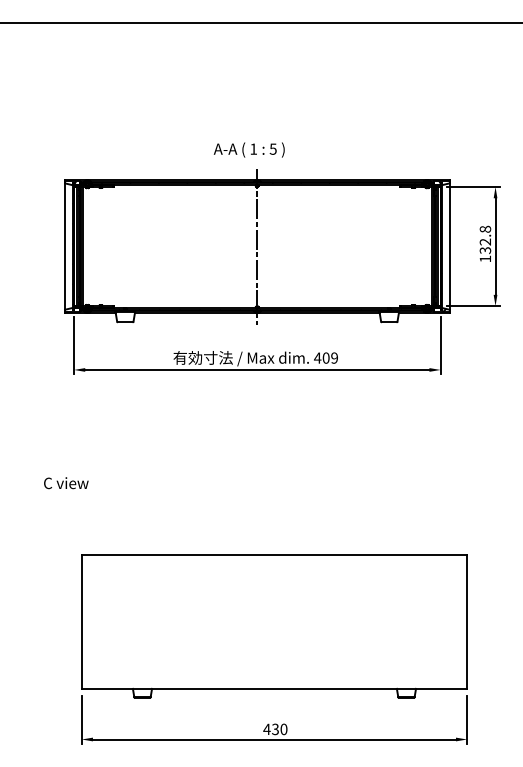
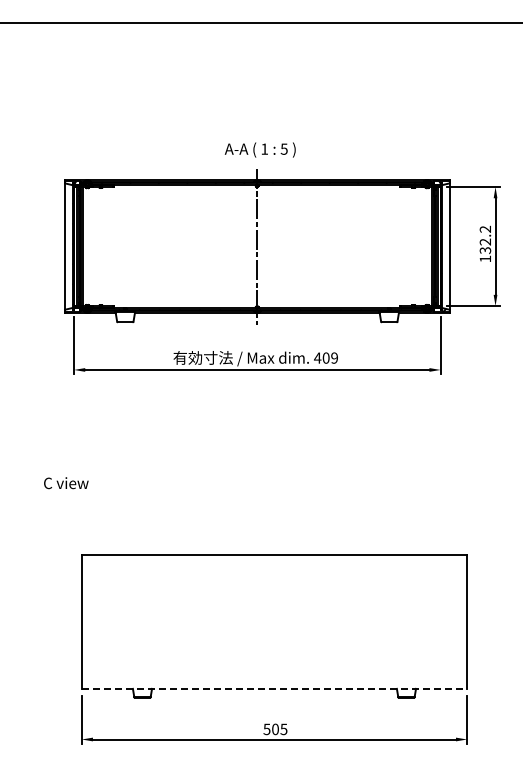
text at (248, 149) position: (248, 149) -> (259, 149)
text at (485, 228): 132.8 -> 132.2
line at (274, 688): solid -> dashed
text at (275, 729): 430 -> 505
